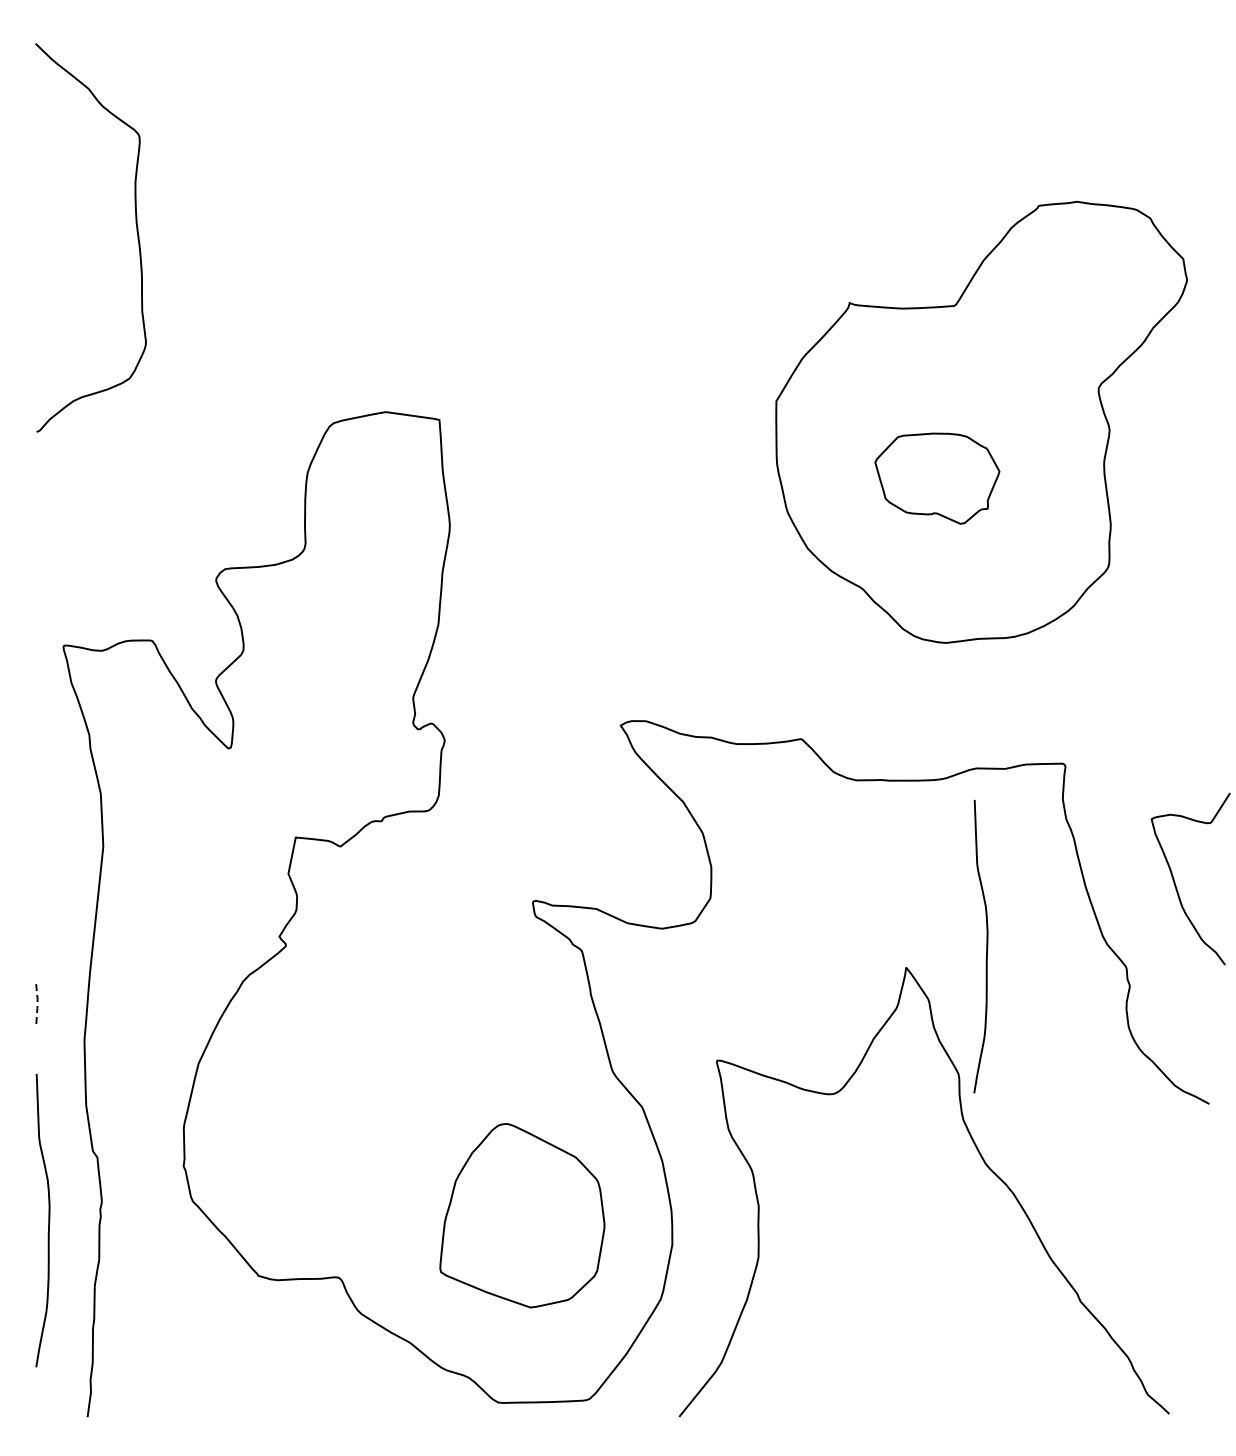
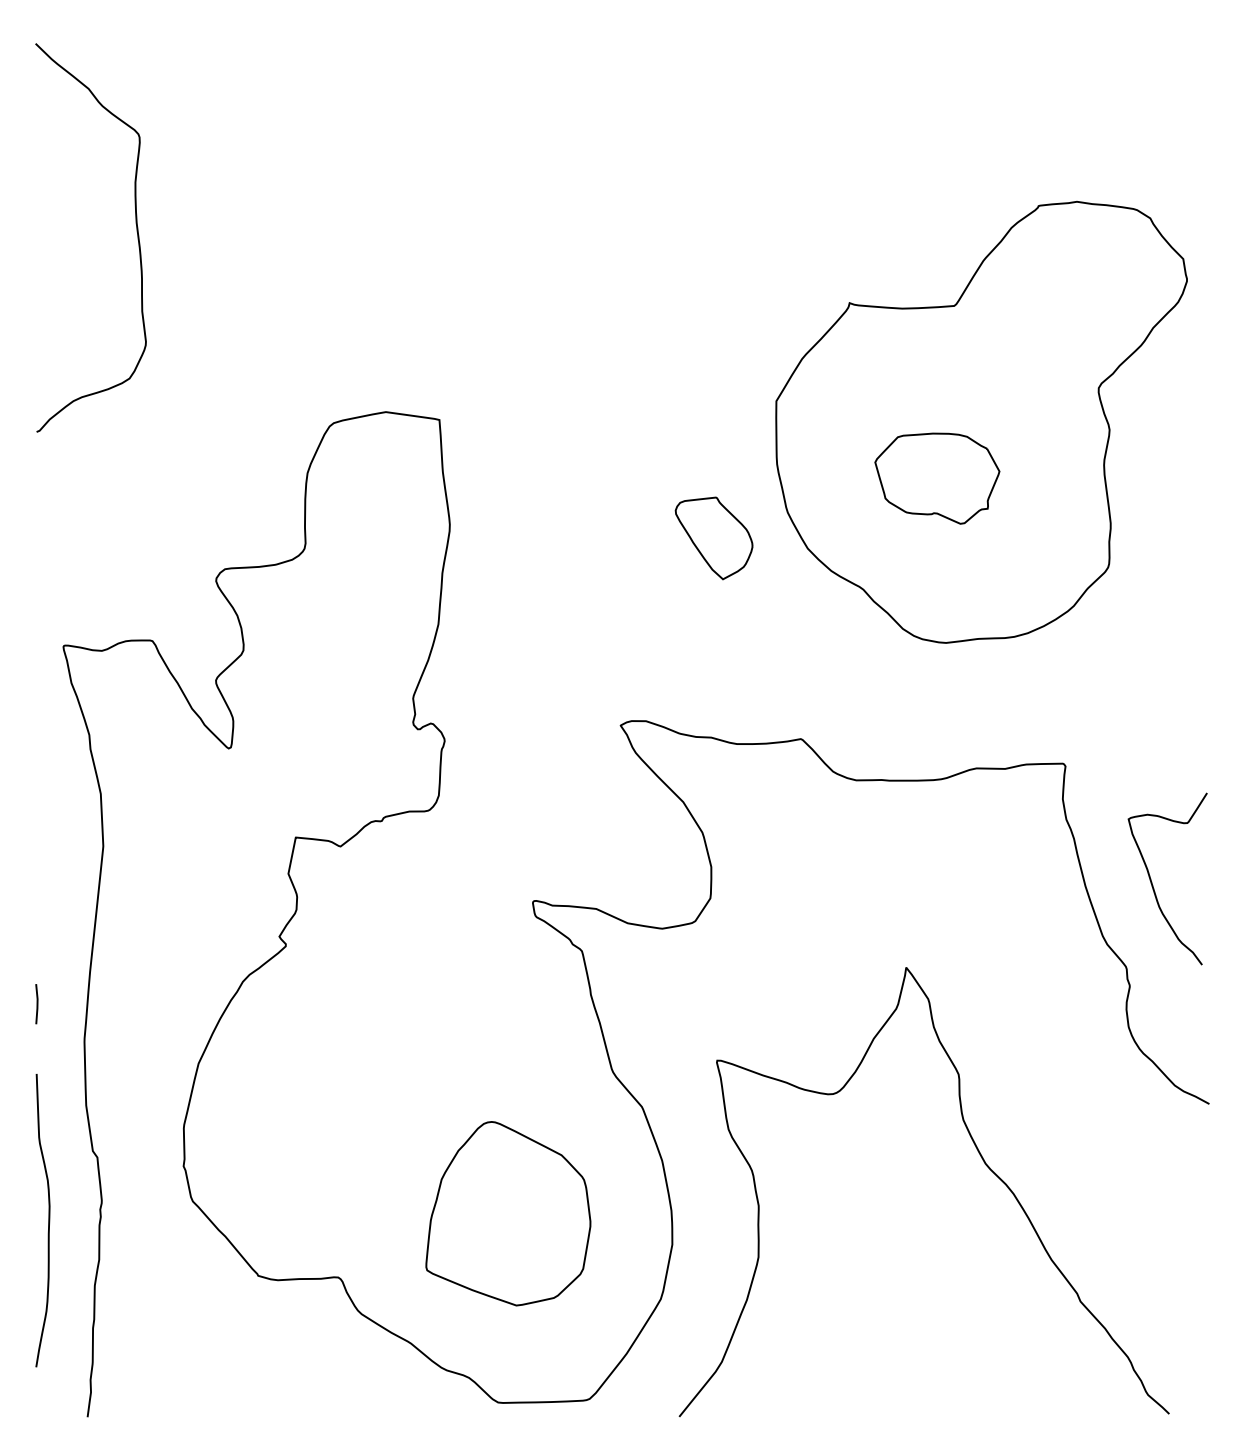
part at (713, 538): none -> present
curve at (1175, 882) position: (1175, 882) -> (1152, 882)
curve at (986, 946): present -> none
line at (37, 1003): dashed -> solid
part at (522, 1215) position: (522, 1215) -> (508, 1213)
